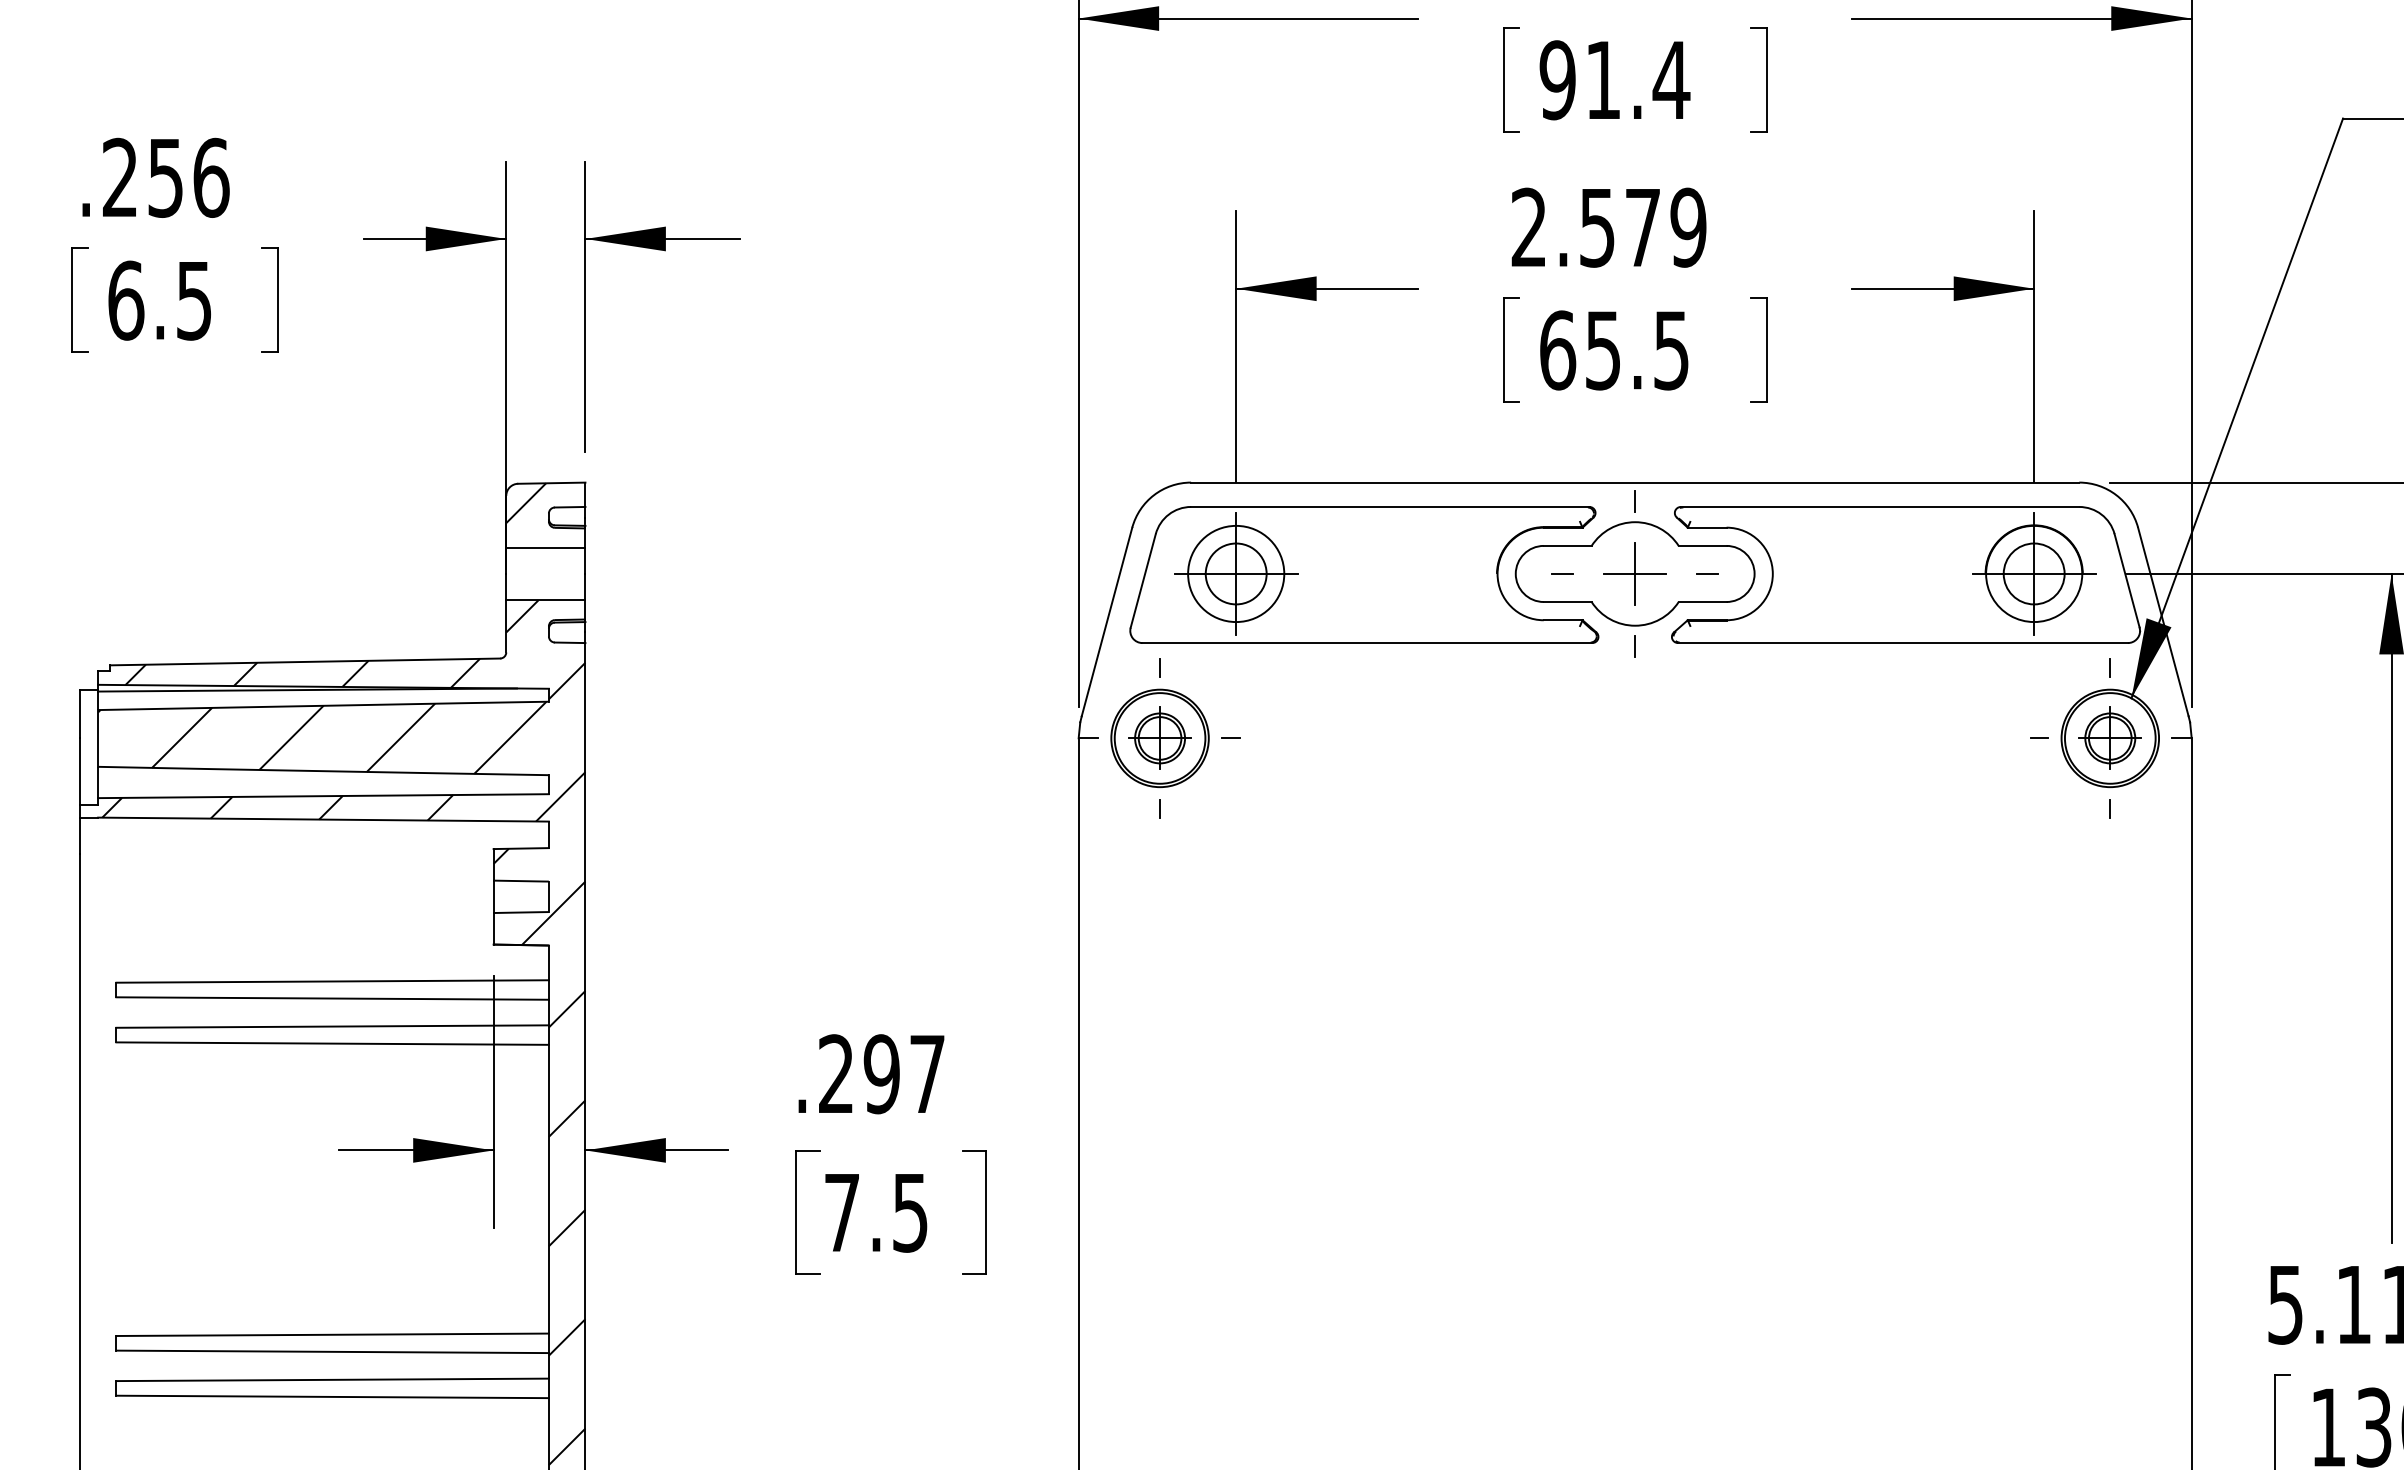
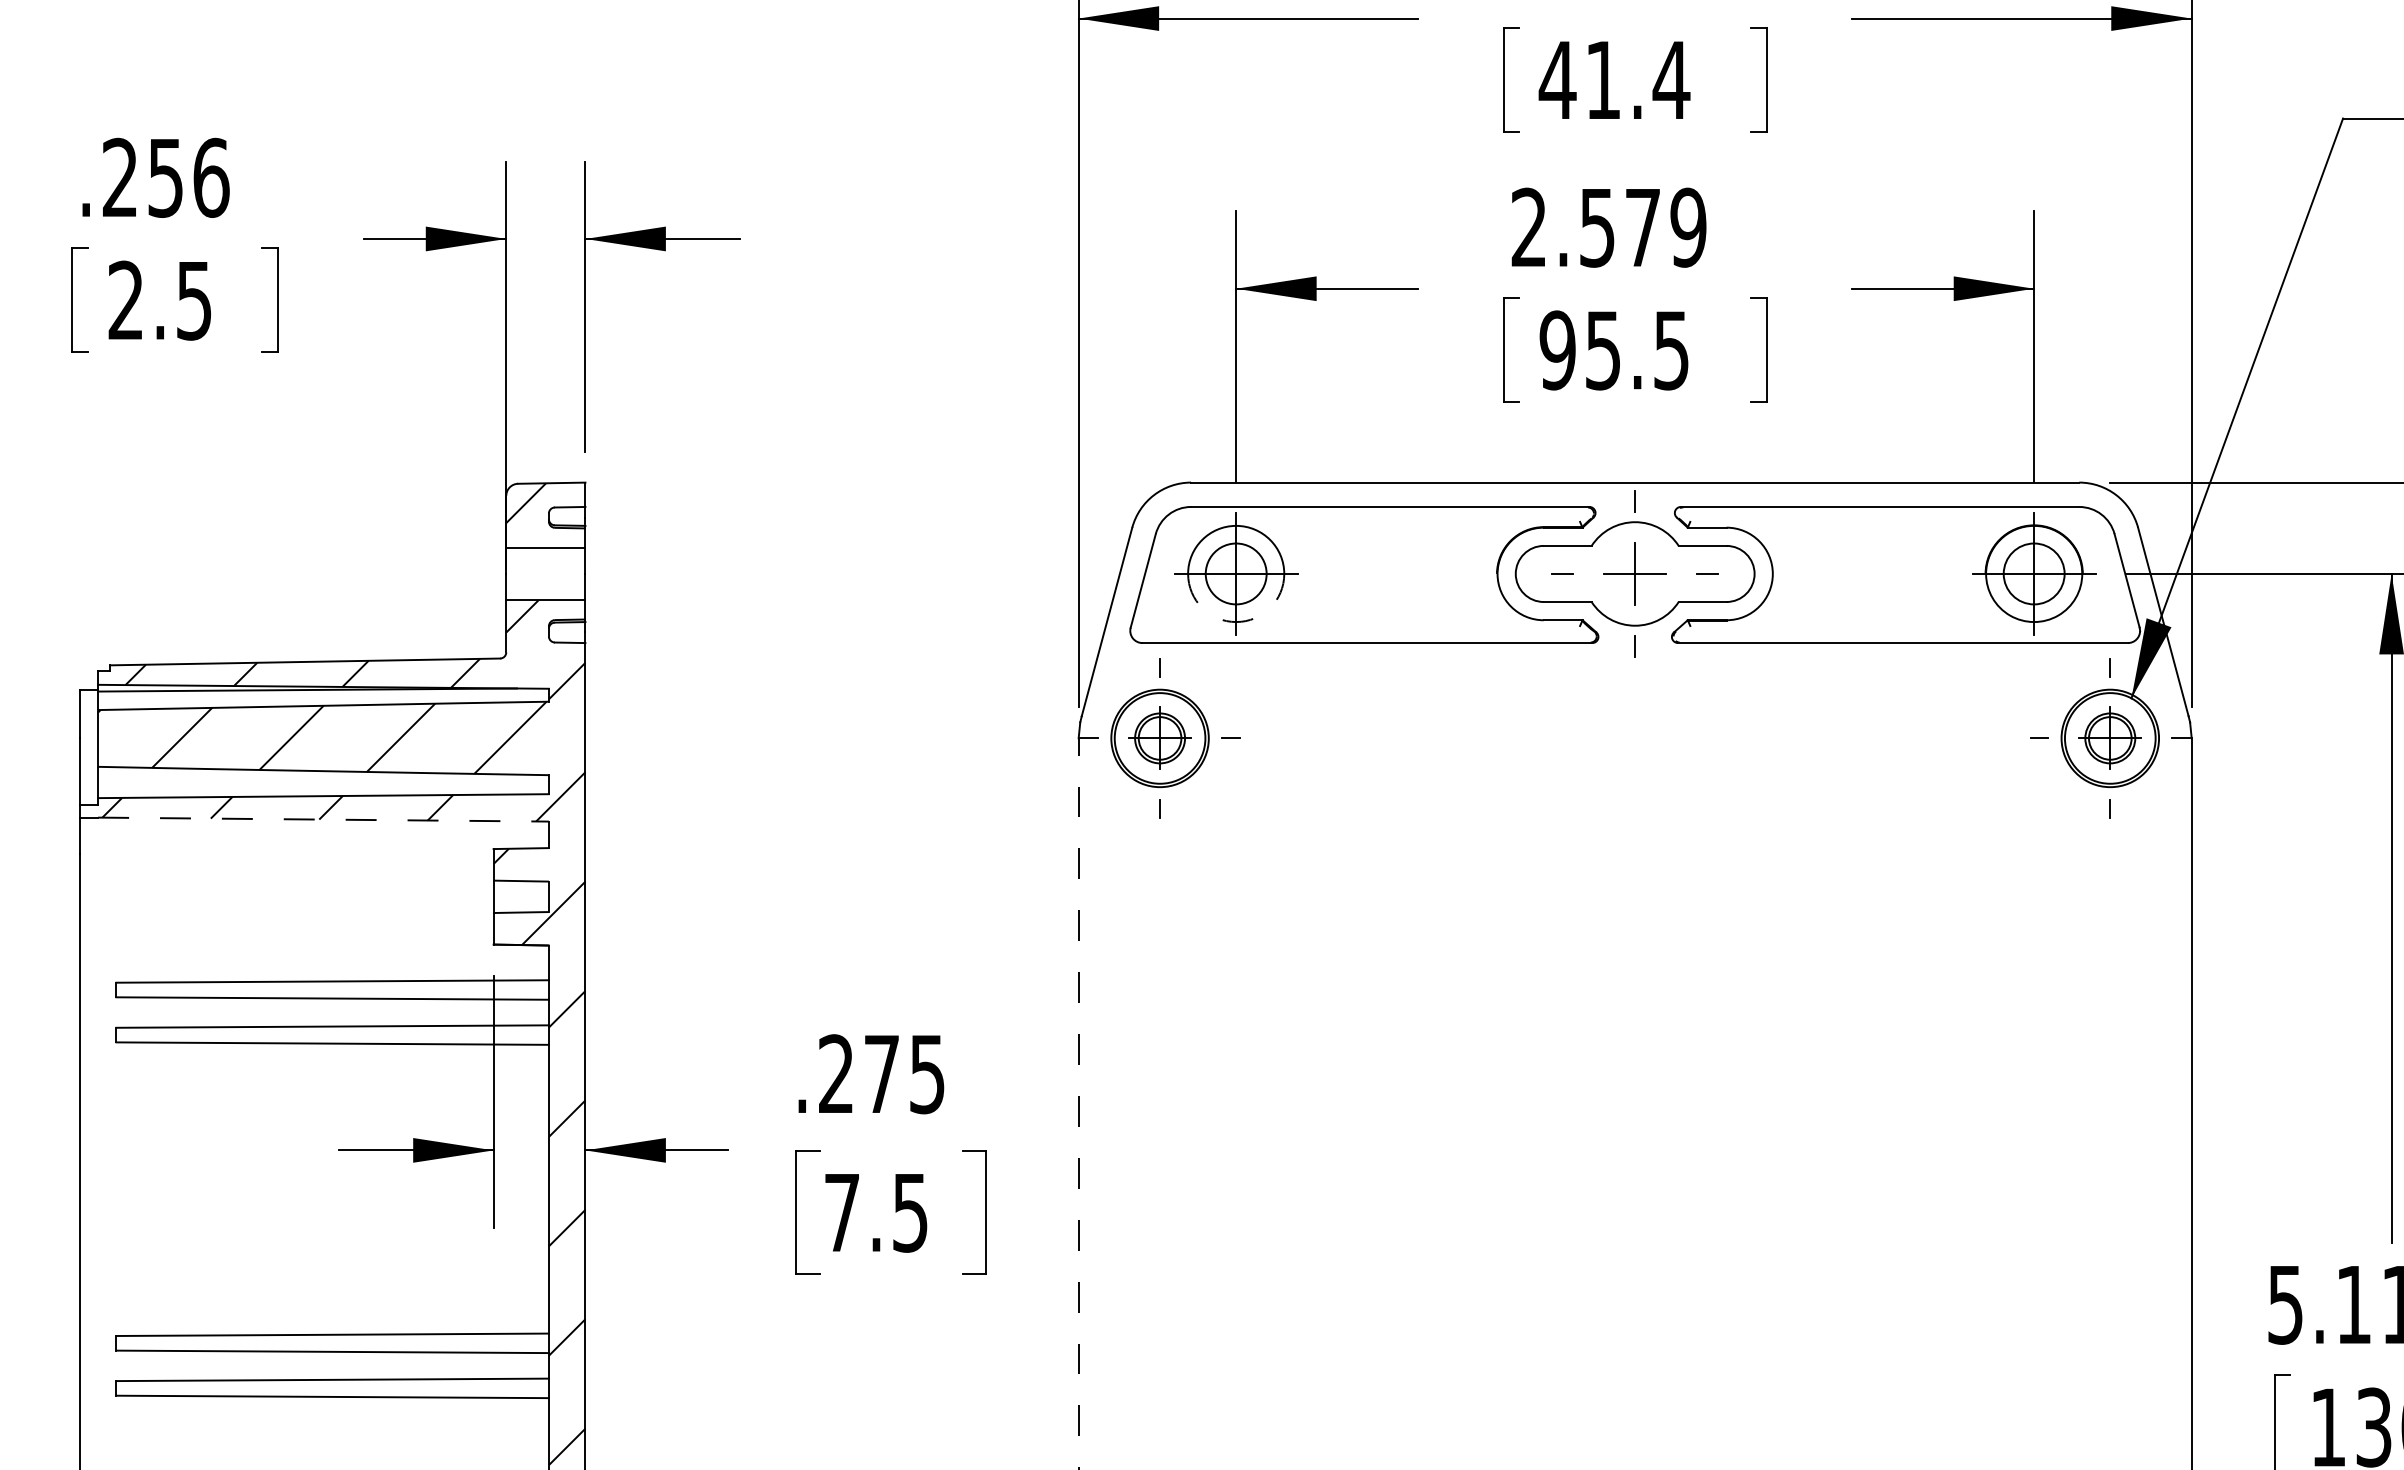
text at (1557, 80): 91.4 -> 41.4
text at (126, 300): 6.5 -> 2.5
text at (1557, 350): 65.5 -> 95.5
arc at (1236, 622): solid -> dashed
line at (324, 819): solid -> dashed
text at (903, 1074): .297 -> .275
line at (1078, 1104): solid -> dashed
